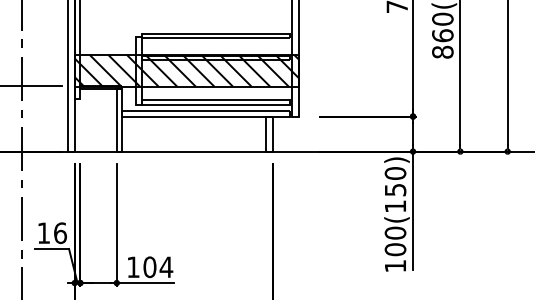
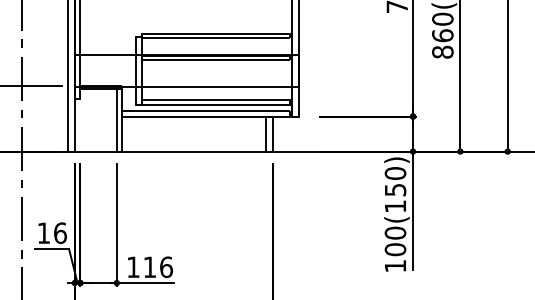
hatch at (186, 70): present -> none
text at (158, 267): 104 -> 116
